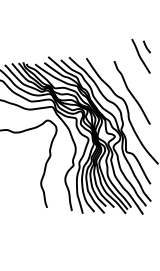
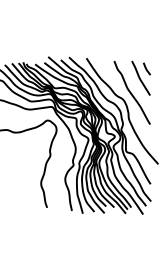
part at (140, 55) position: (140, 55) -> (140, 77)
